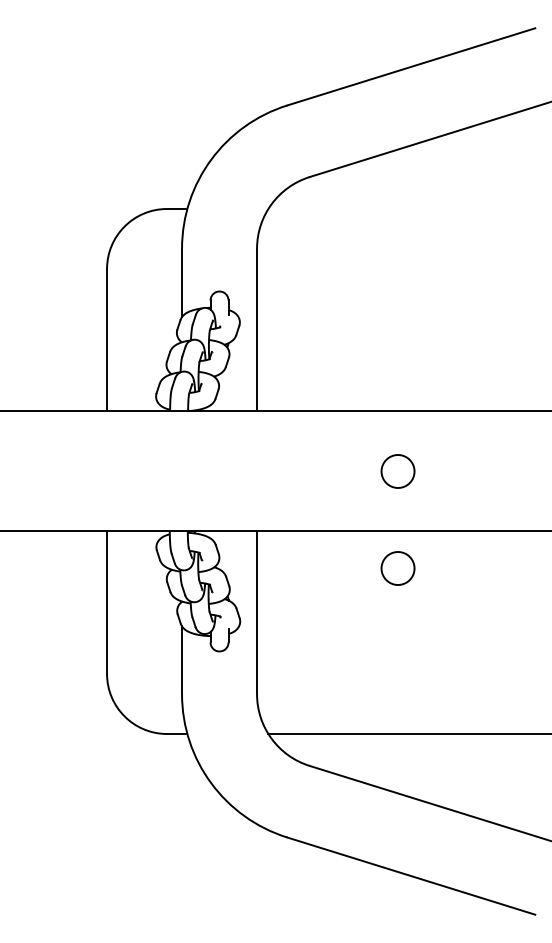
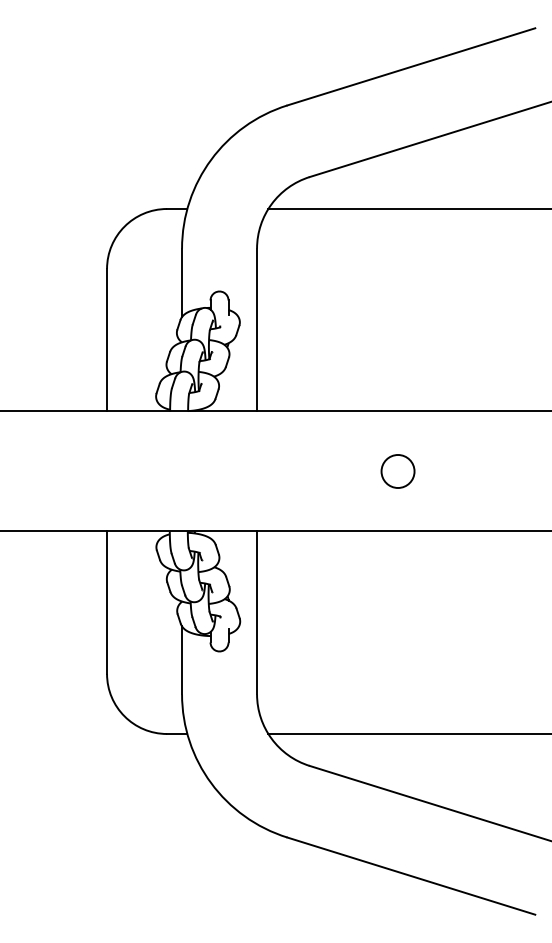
line at (408, 209): none -> present
circle at (397, 568): present -> none
